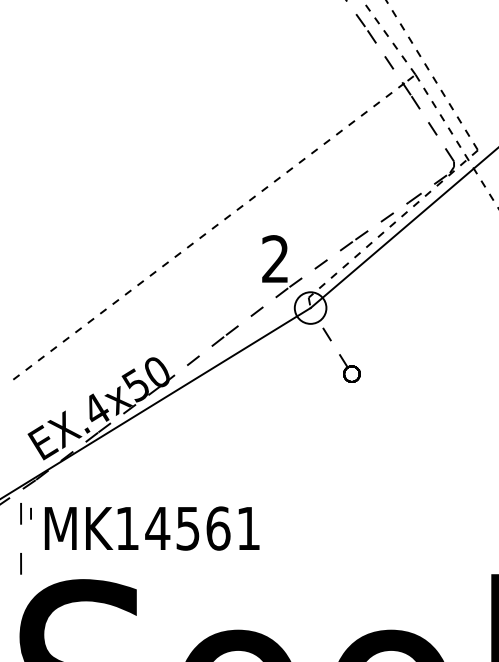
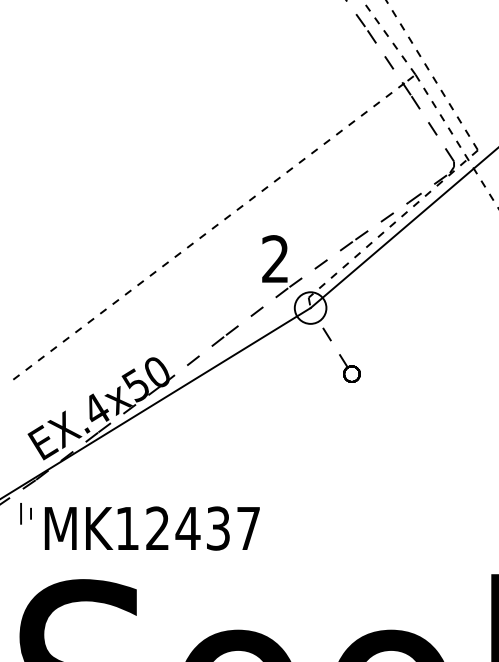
text at (202, 528): MK14561 -> MK12437
line at (20, 563): present -> none
